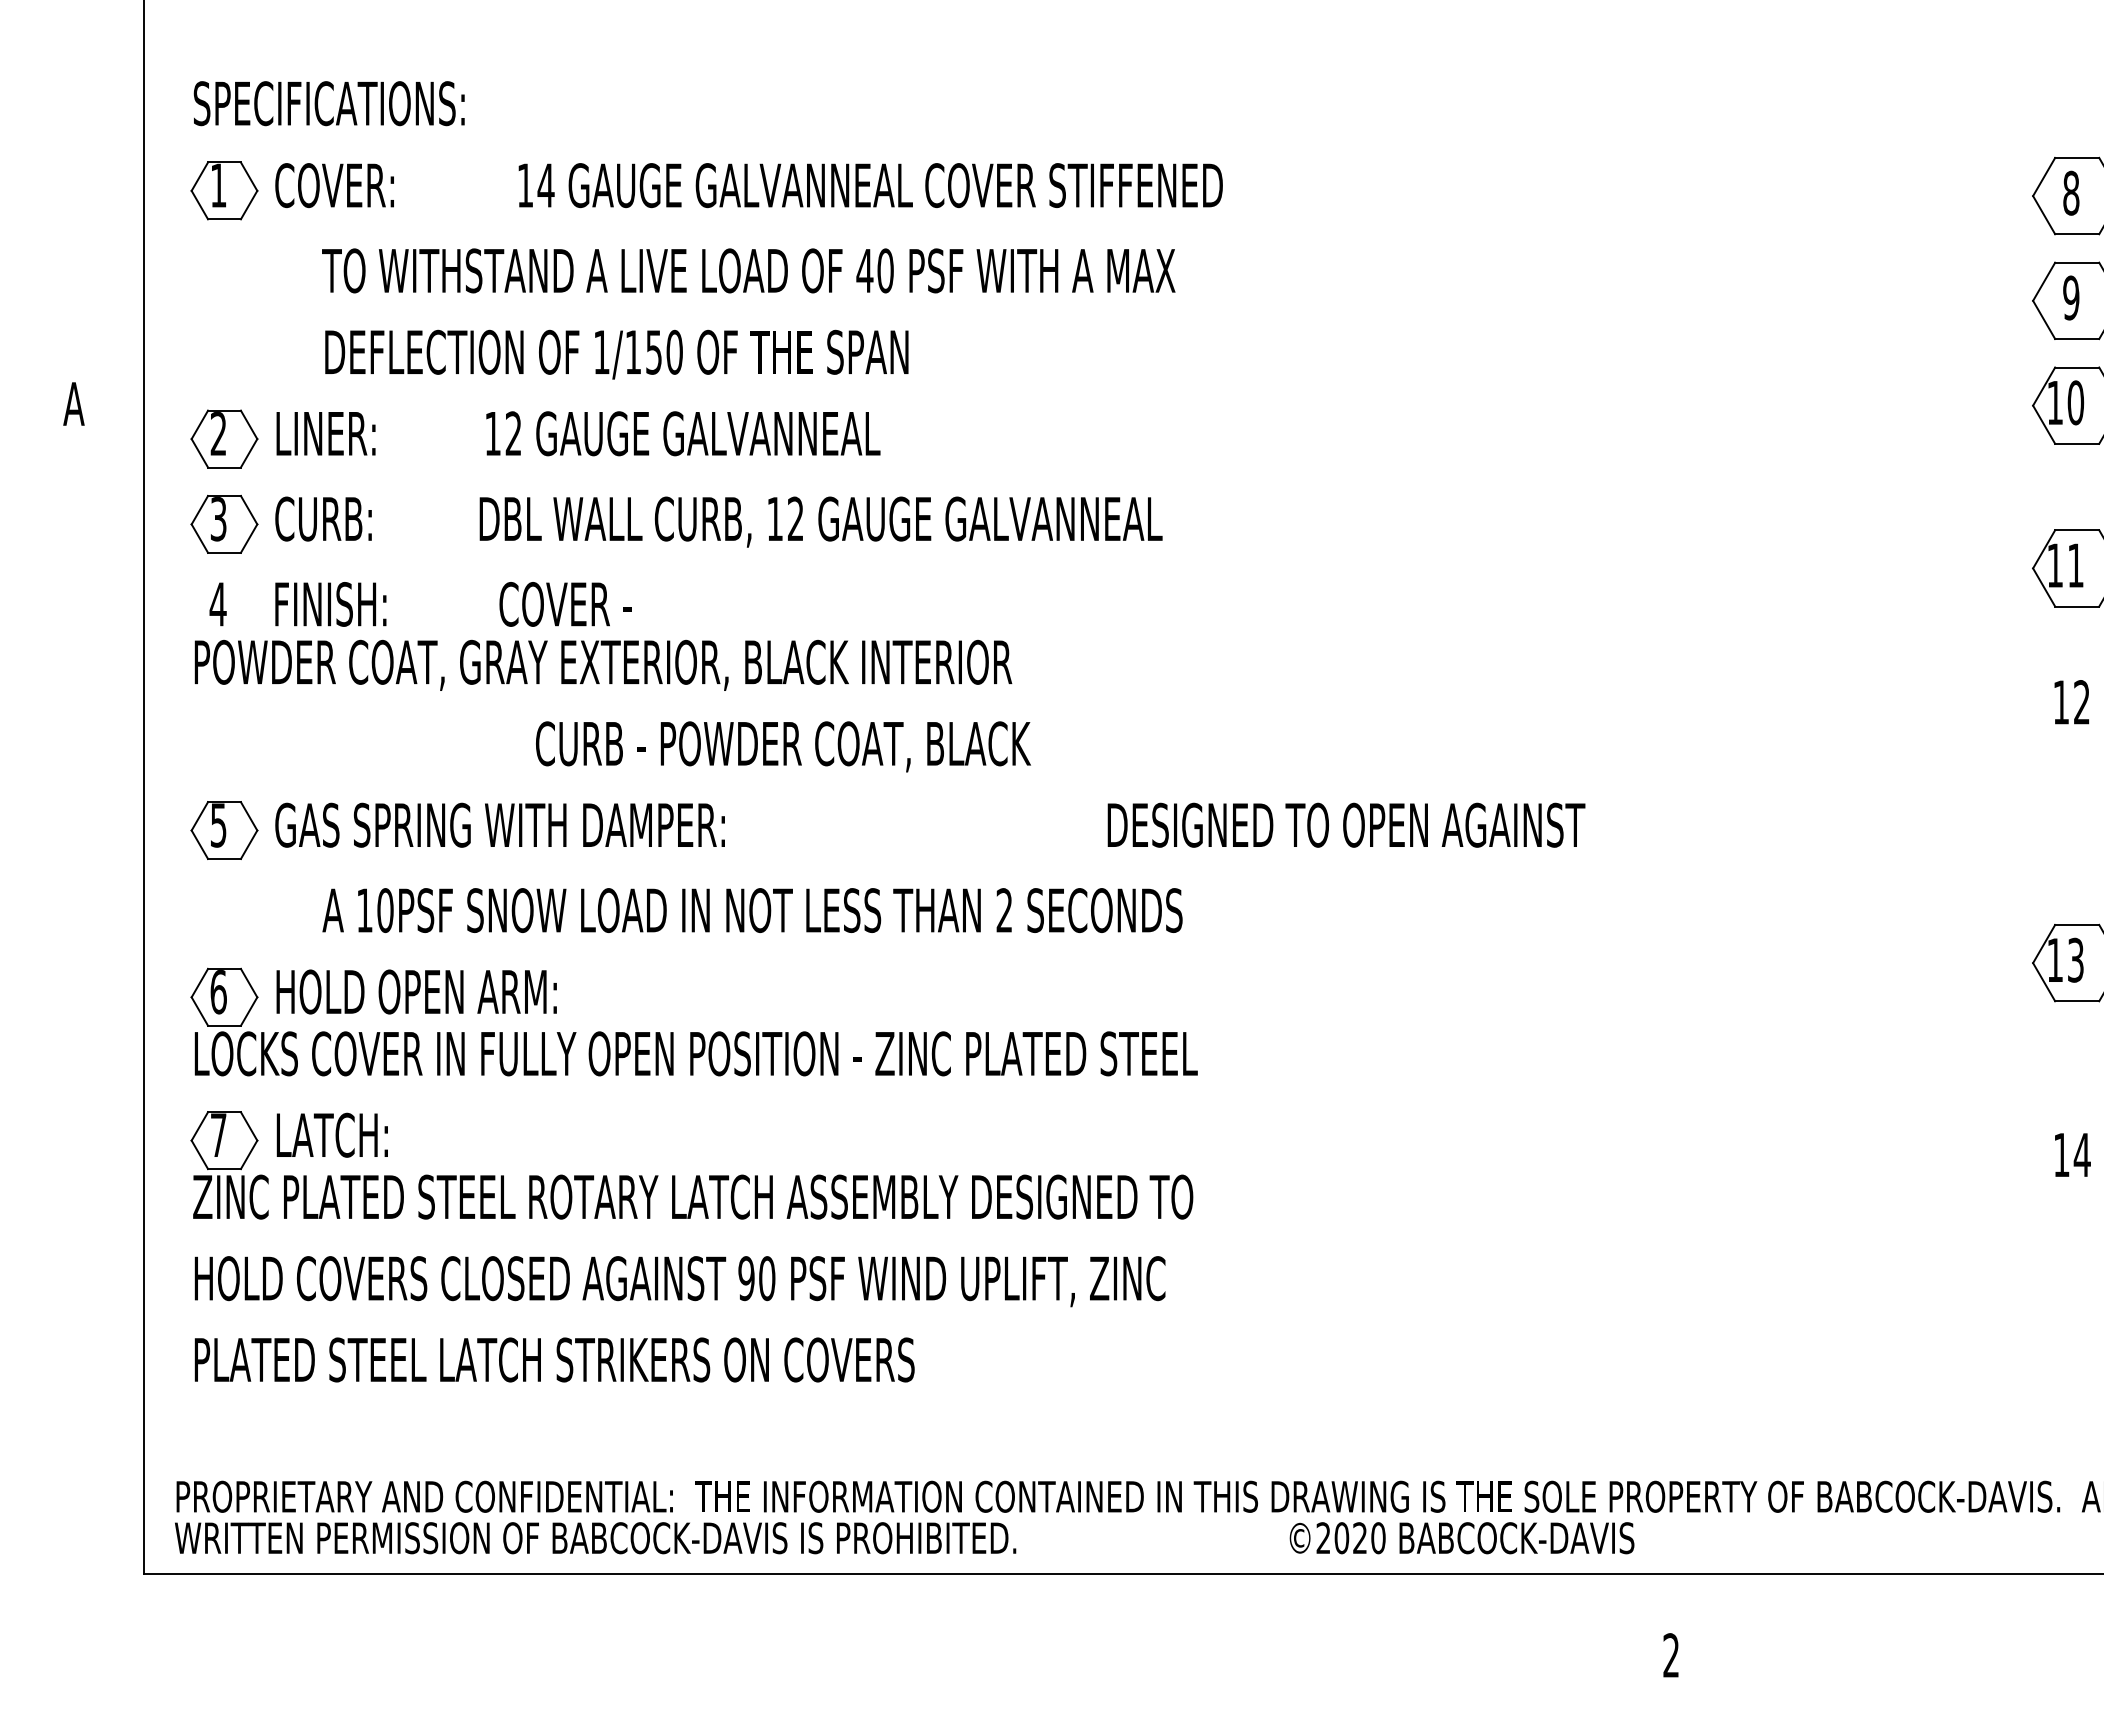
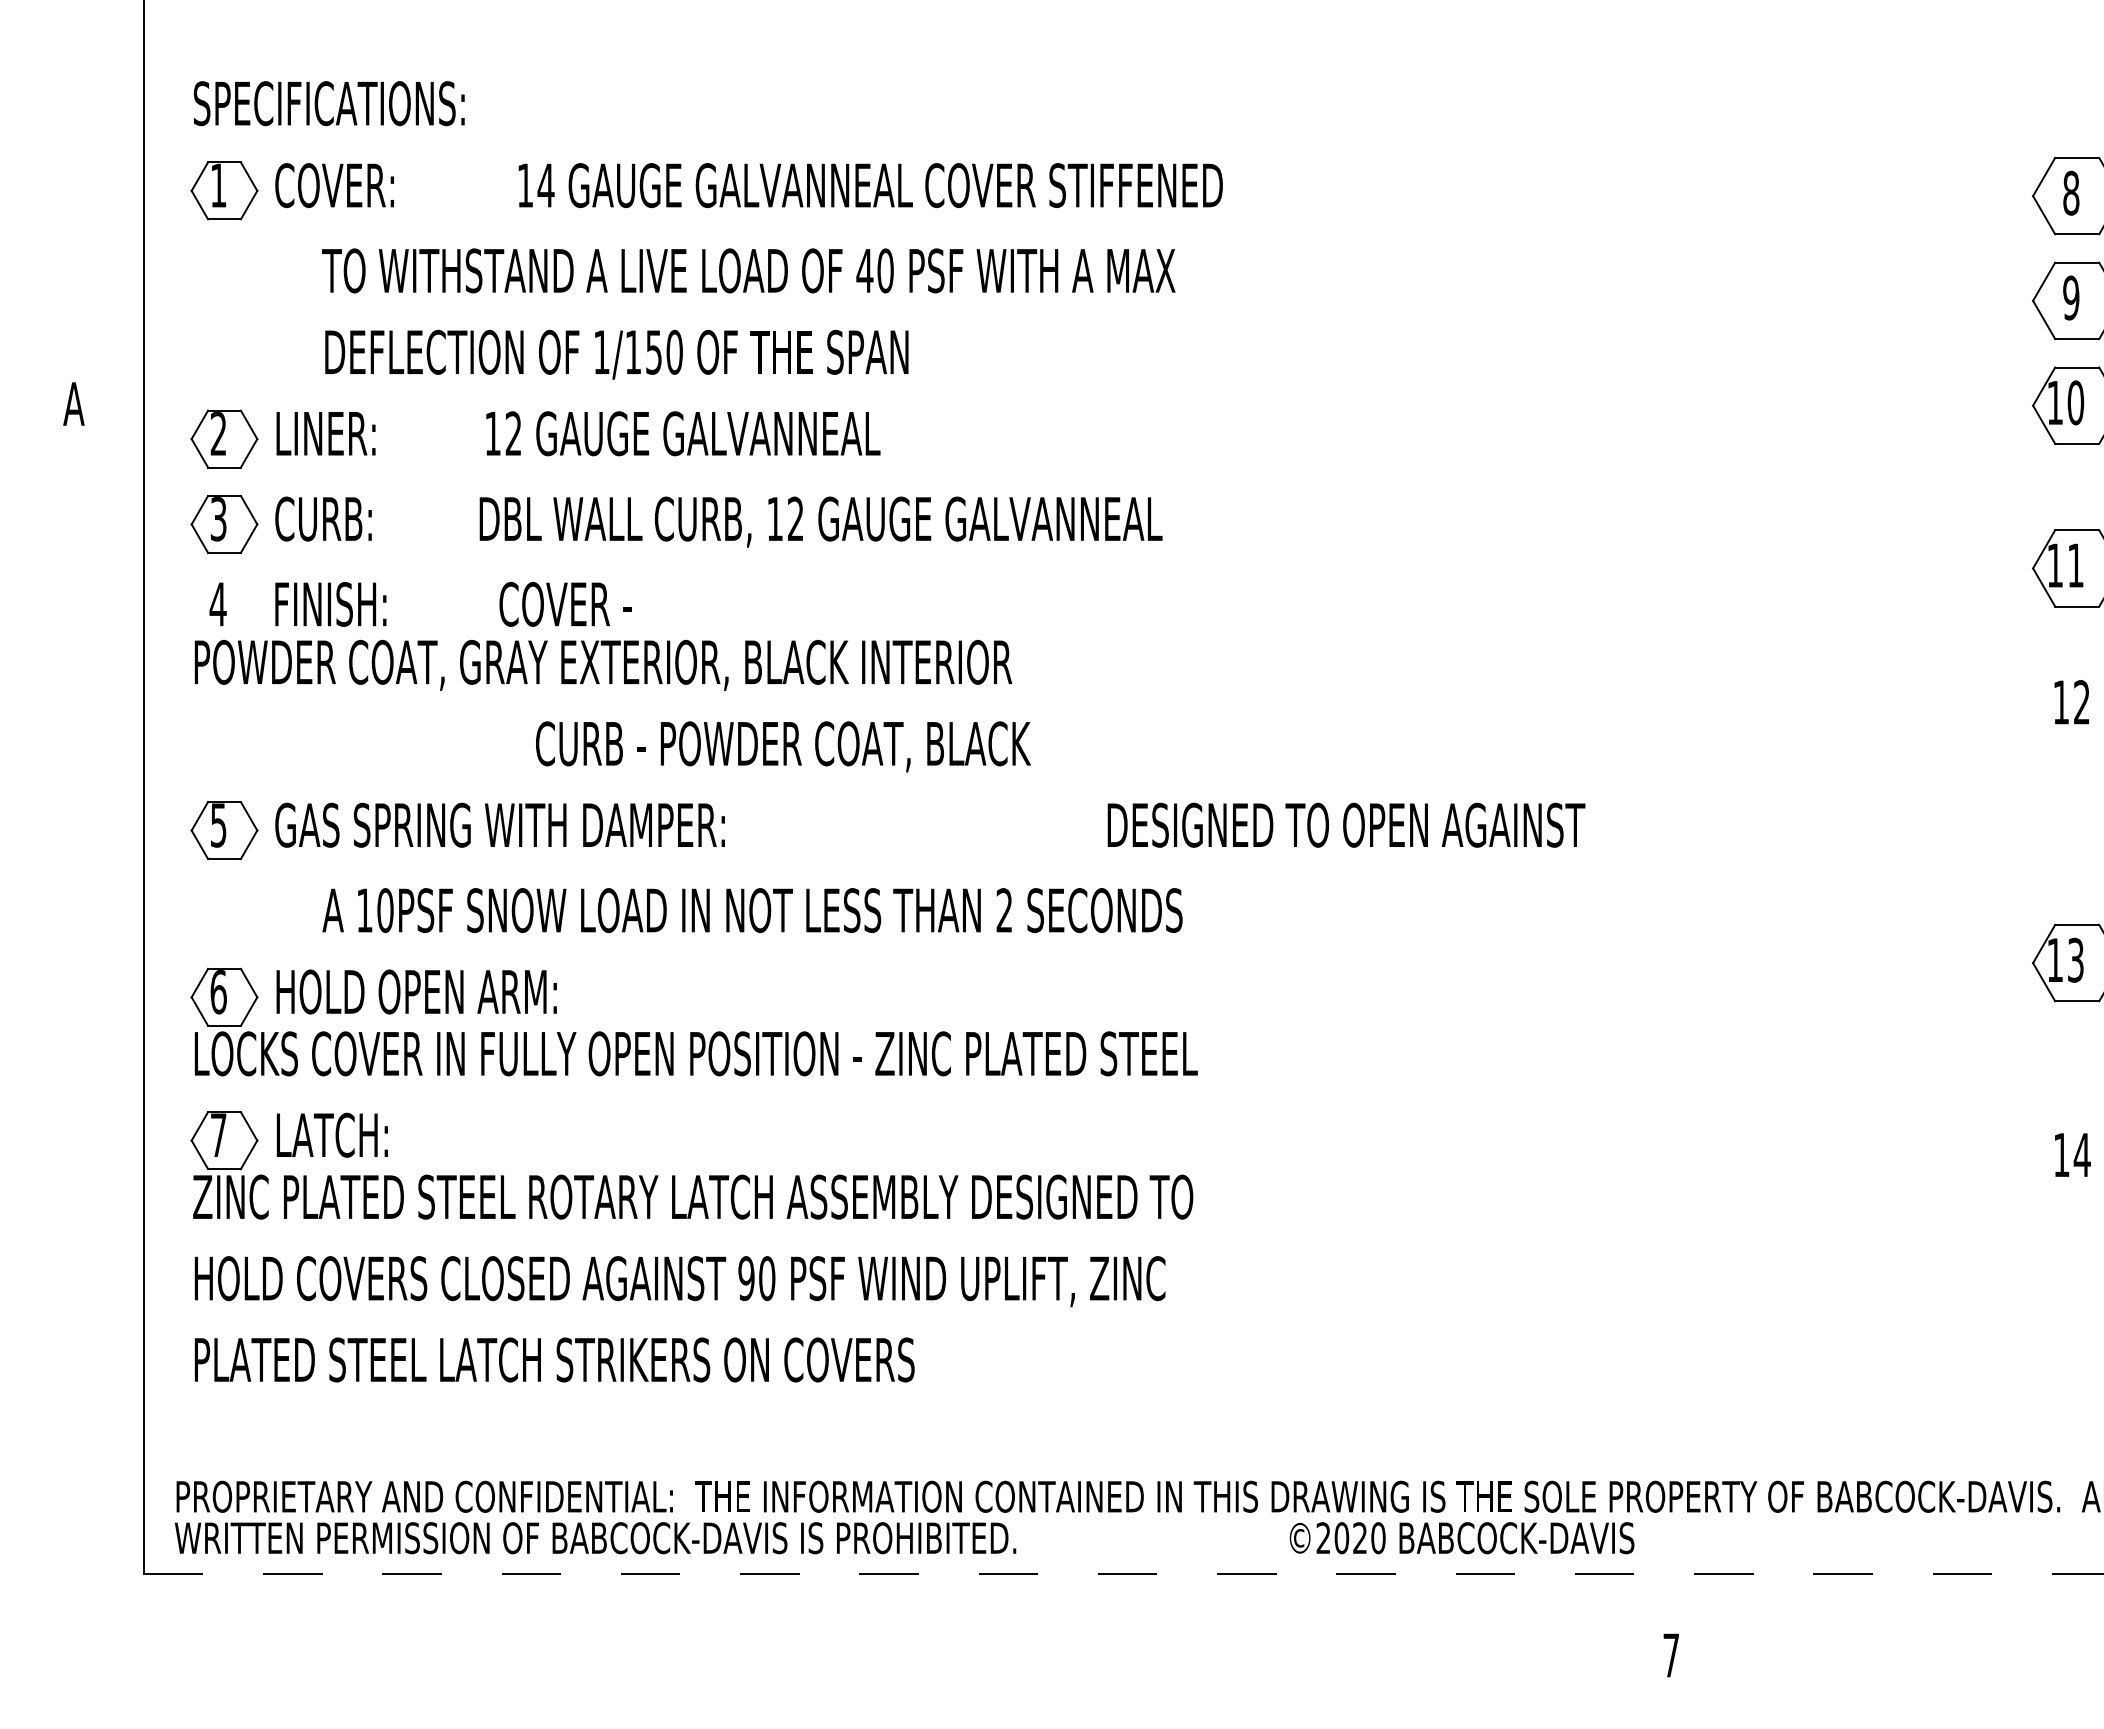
line at (1123, 1574): solid -> dashed
text at (1670, 1655): 2 -> 7
